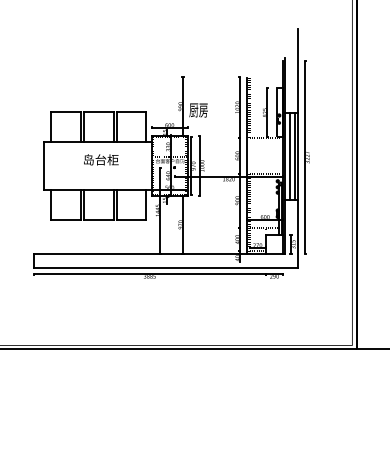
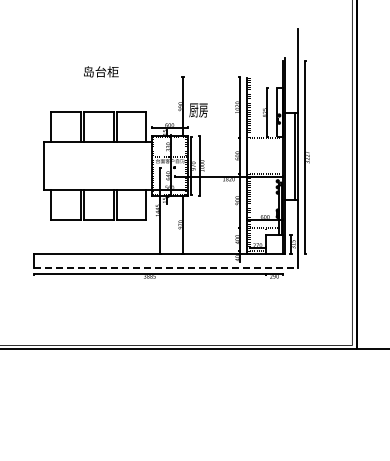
line at (289, 156): present -> none
text at (101, 159) position: (101, 159) -> (101, 71)
line at (165, 268): solid -> dashed
